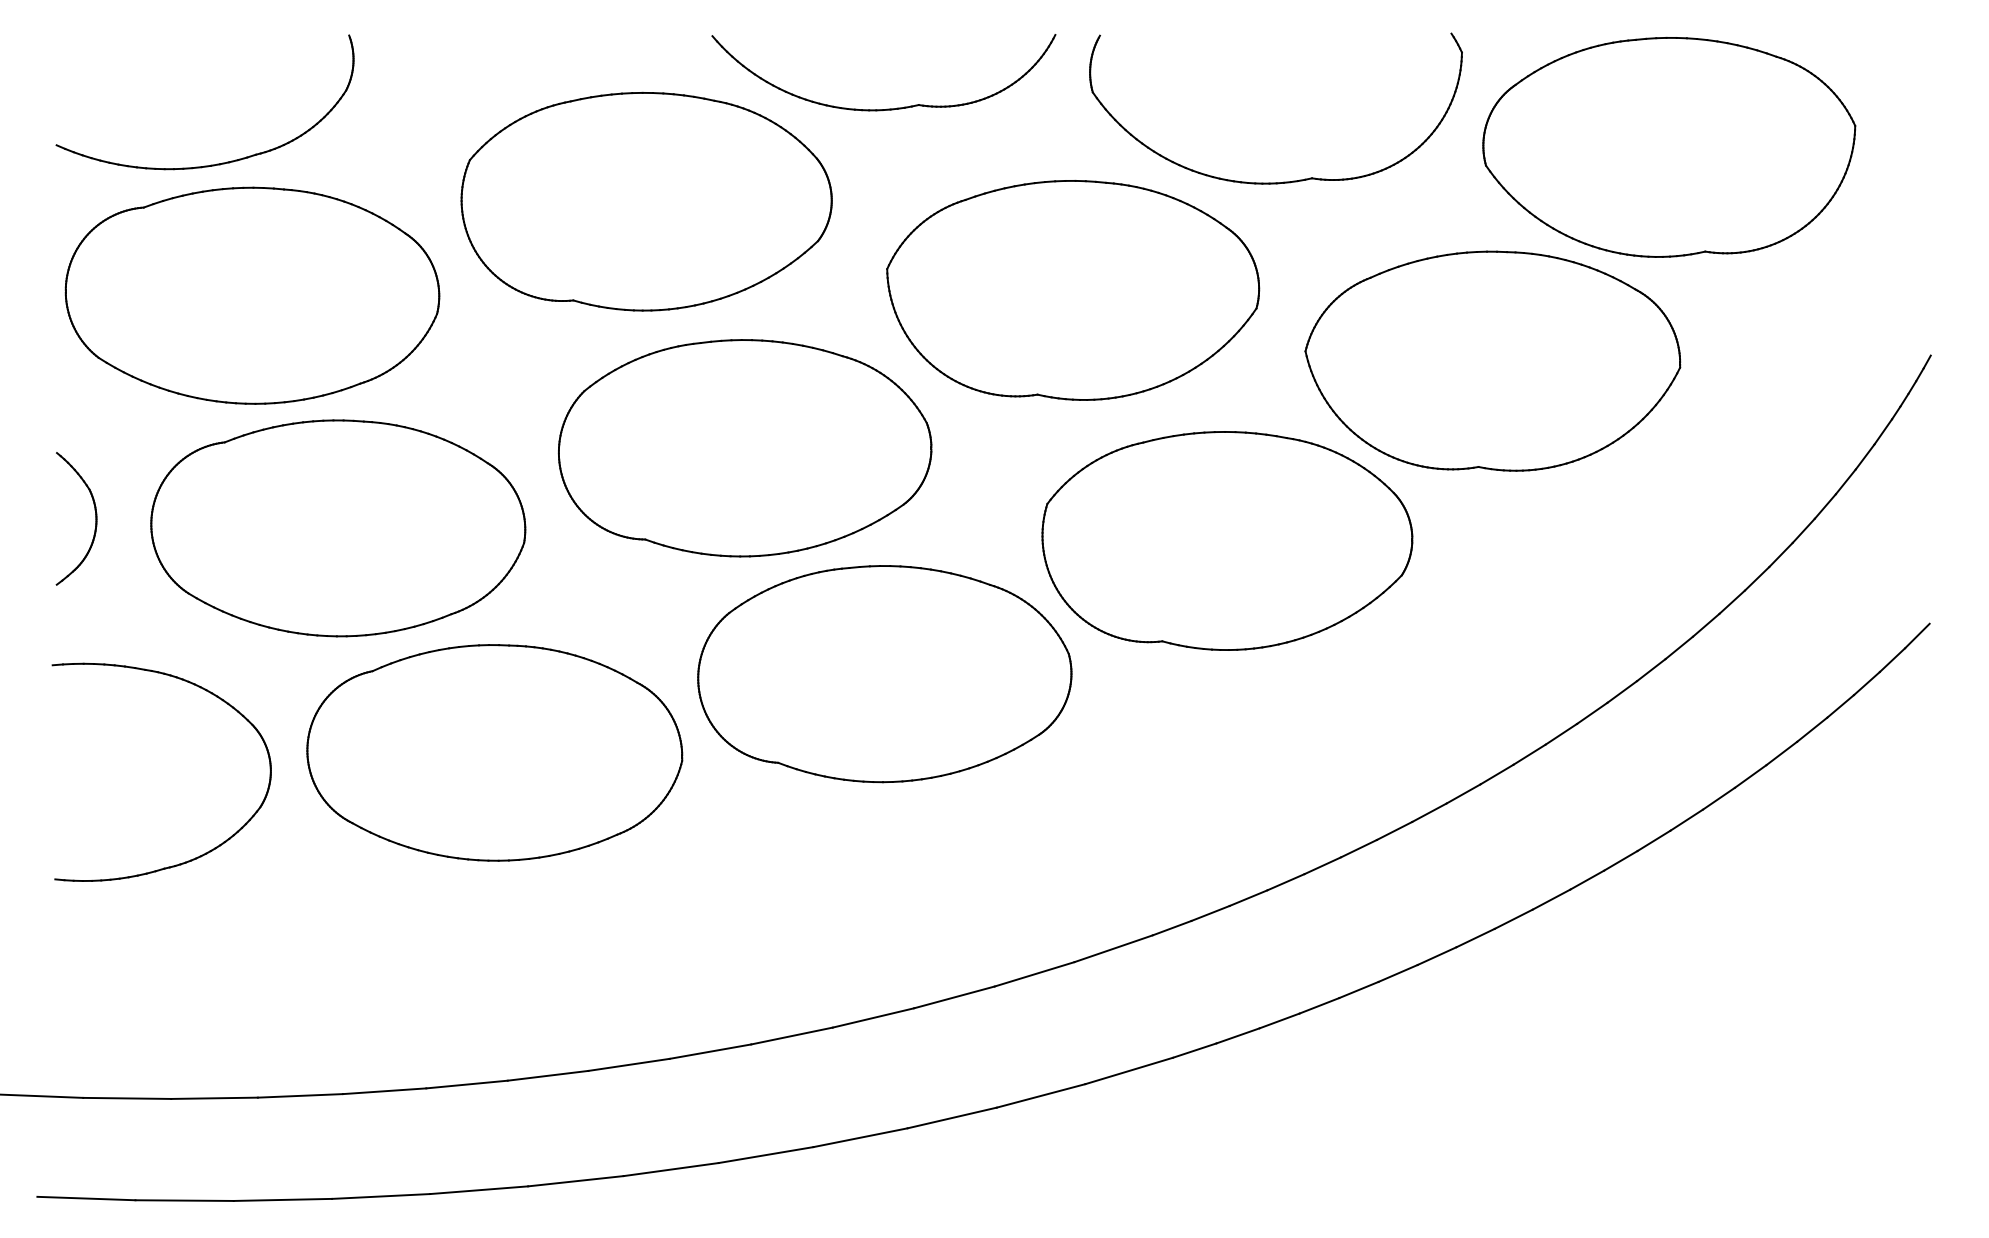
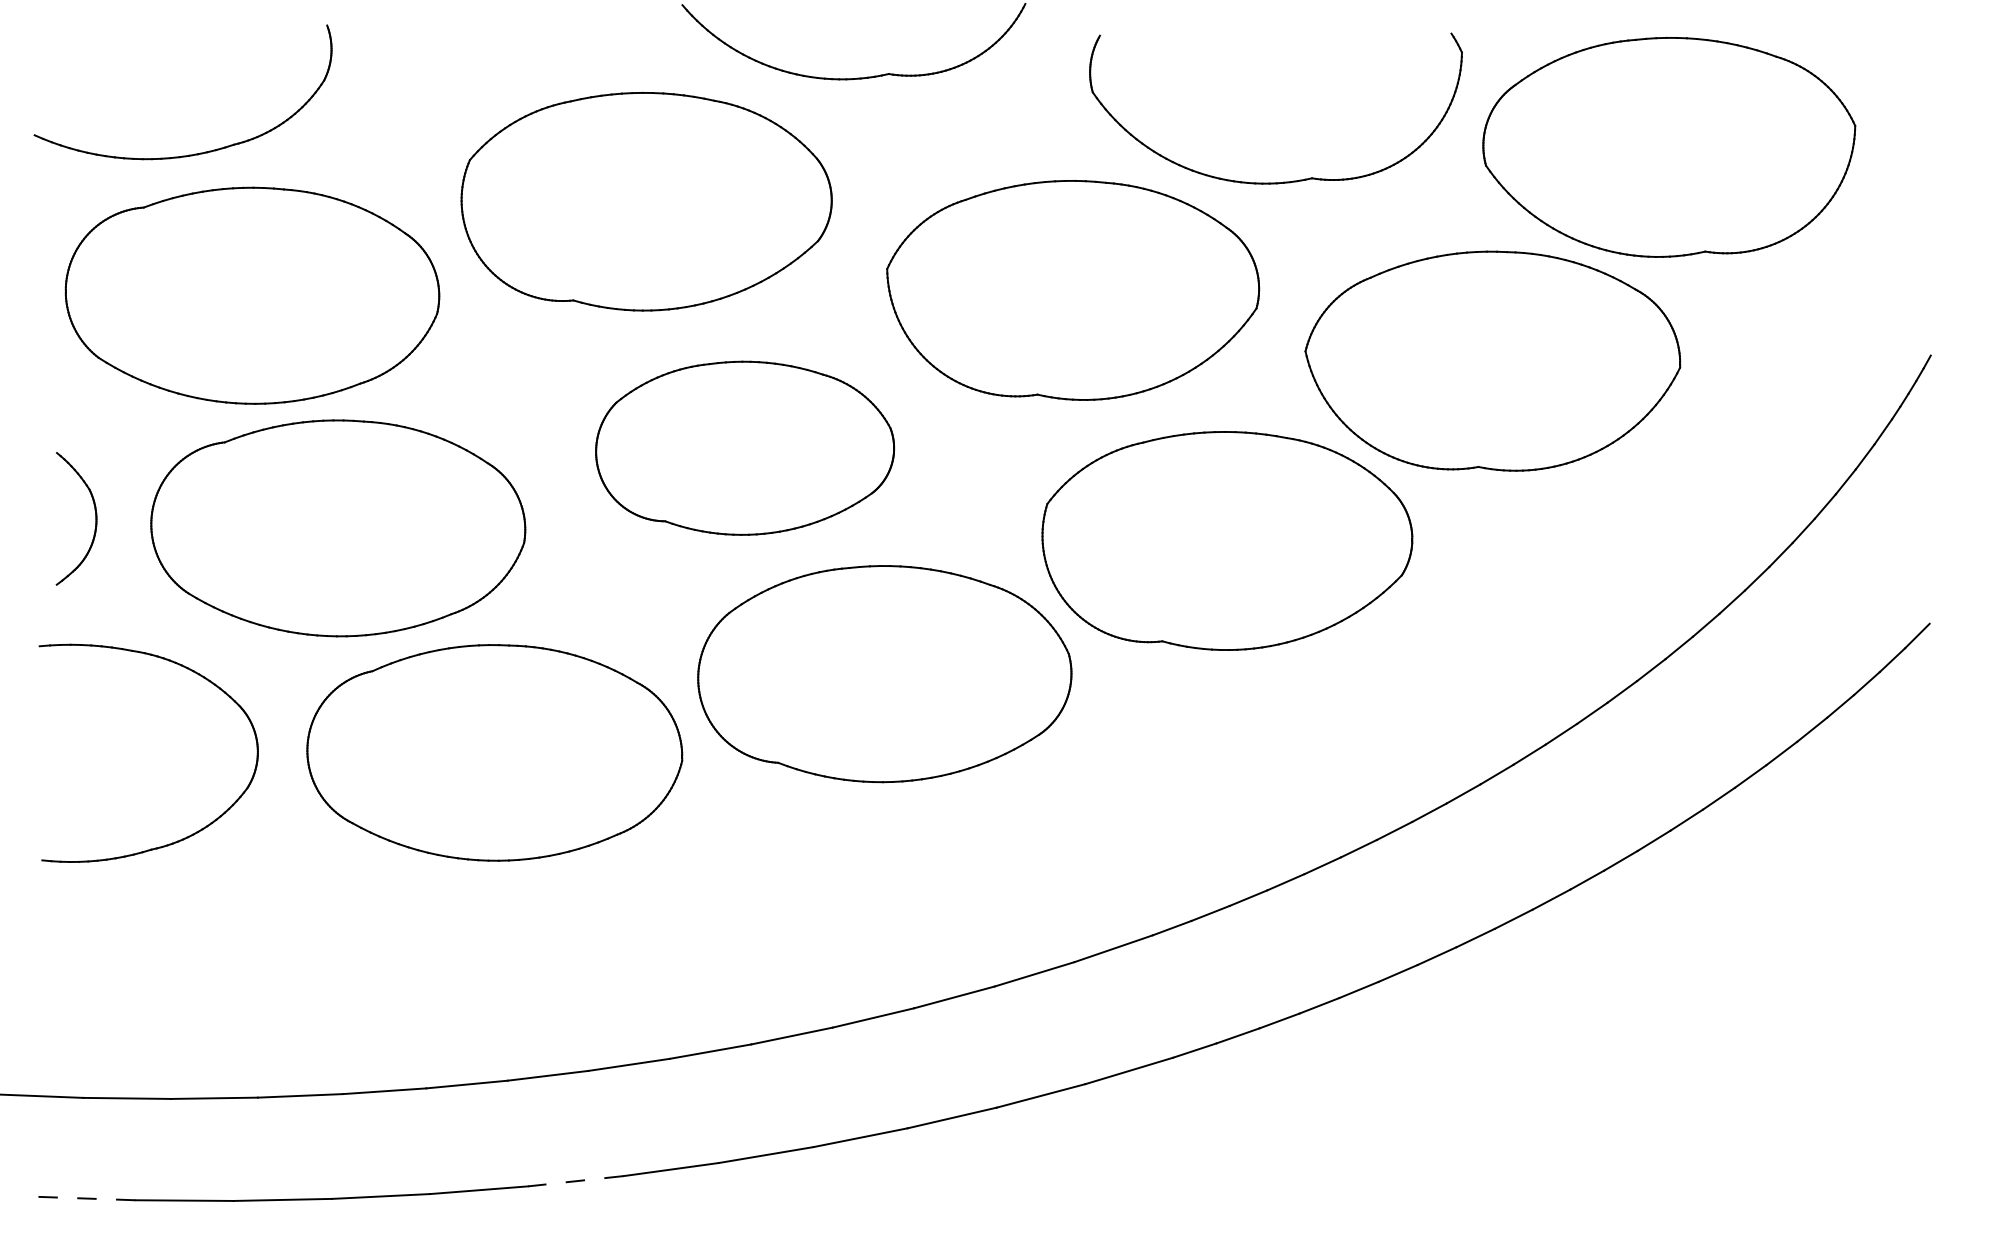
part at (887, 108) position: (887, 108) -> (857, 77)
part at (217, 163) position: (217, 163) -> (195, 153)
part at (744, 448) size: 376x219 px -> 300x176 px
part at (202, 689) position: (202, 689) -> (189, 670)
line at (575, 1181): solid -> dashed
line at (85, 1198): solid -> dashed
